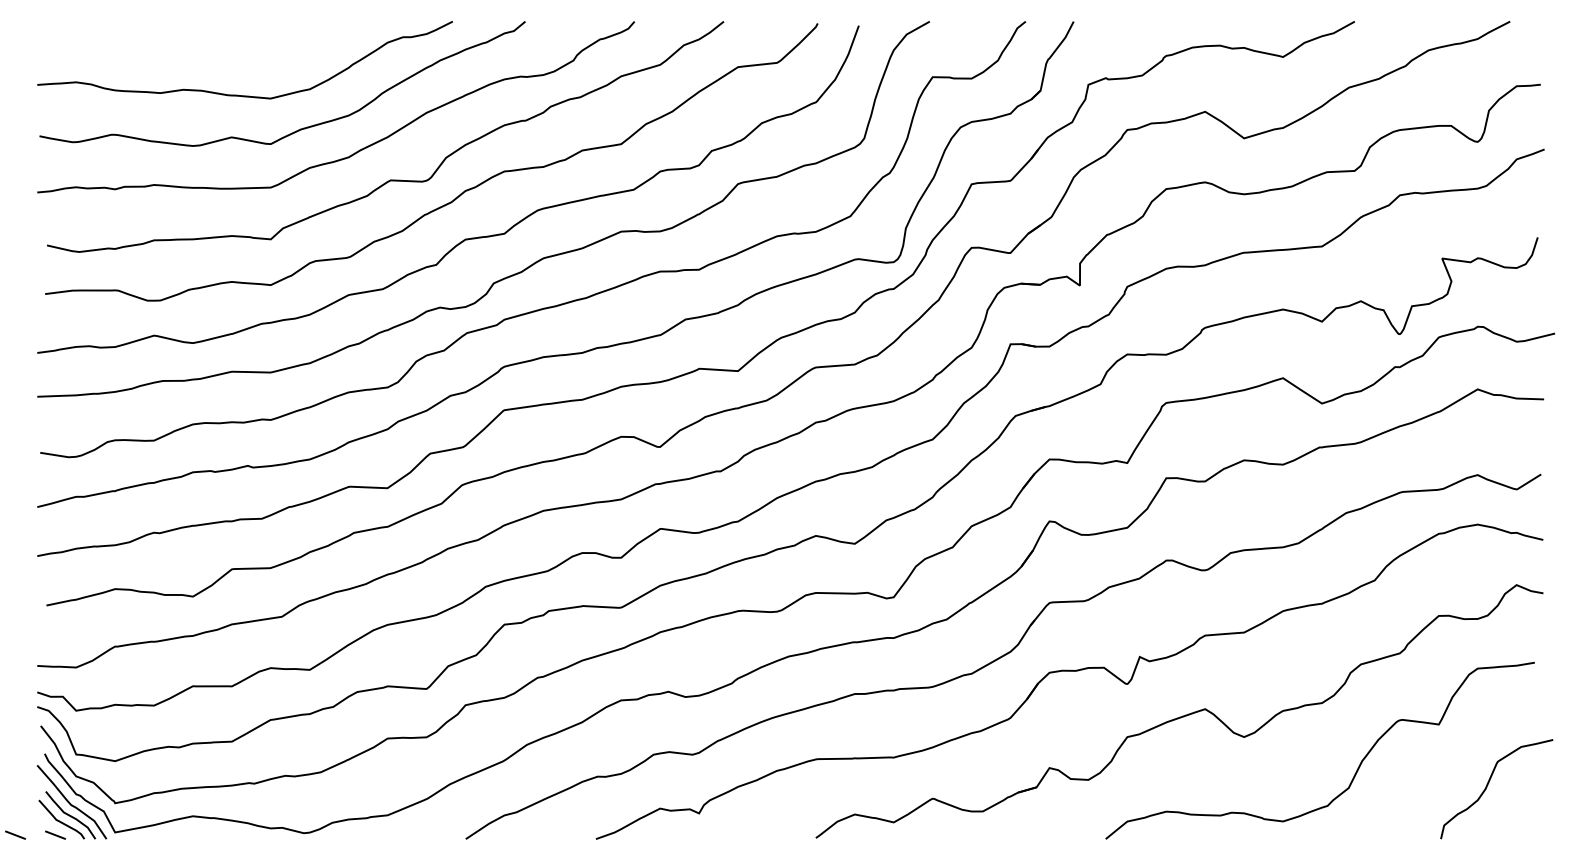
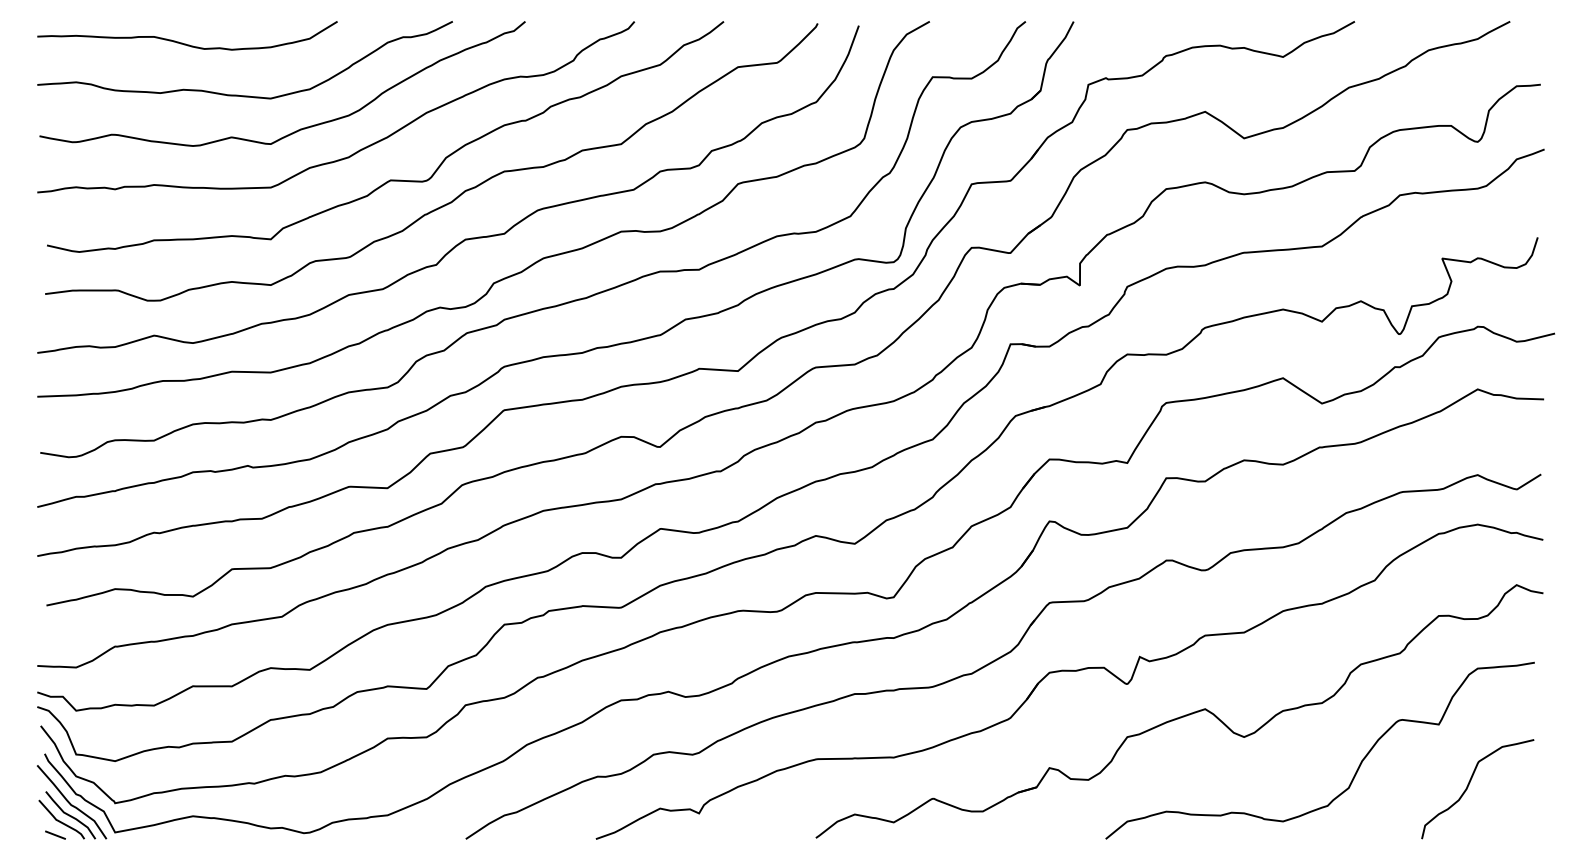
curve at (185, 43): none -> present
curve at (1488, 785) position: (1488, 785) -> (1469, 785)
line at (15, 834): present -> none
